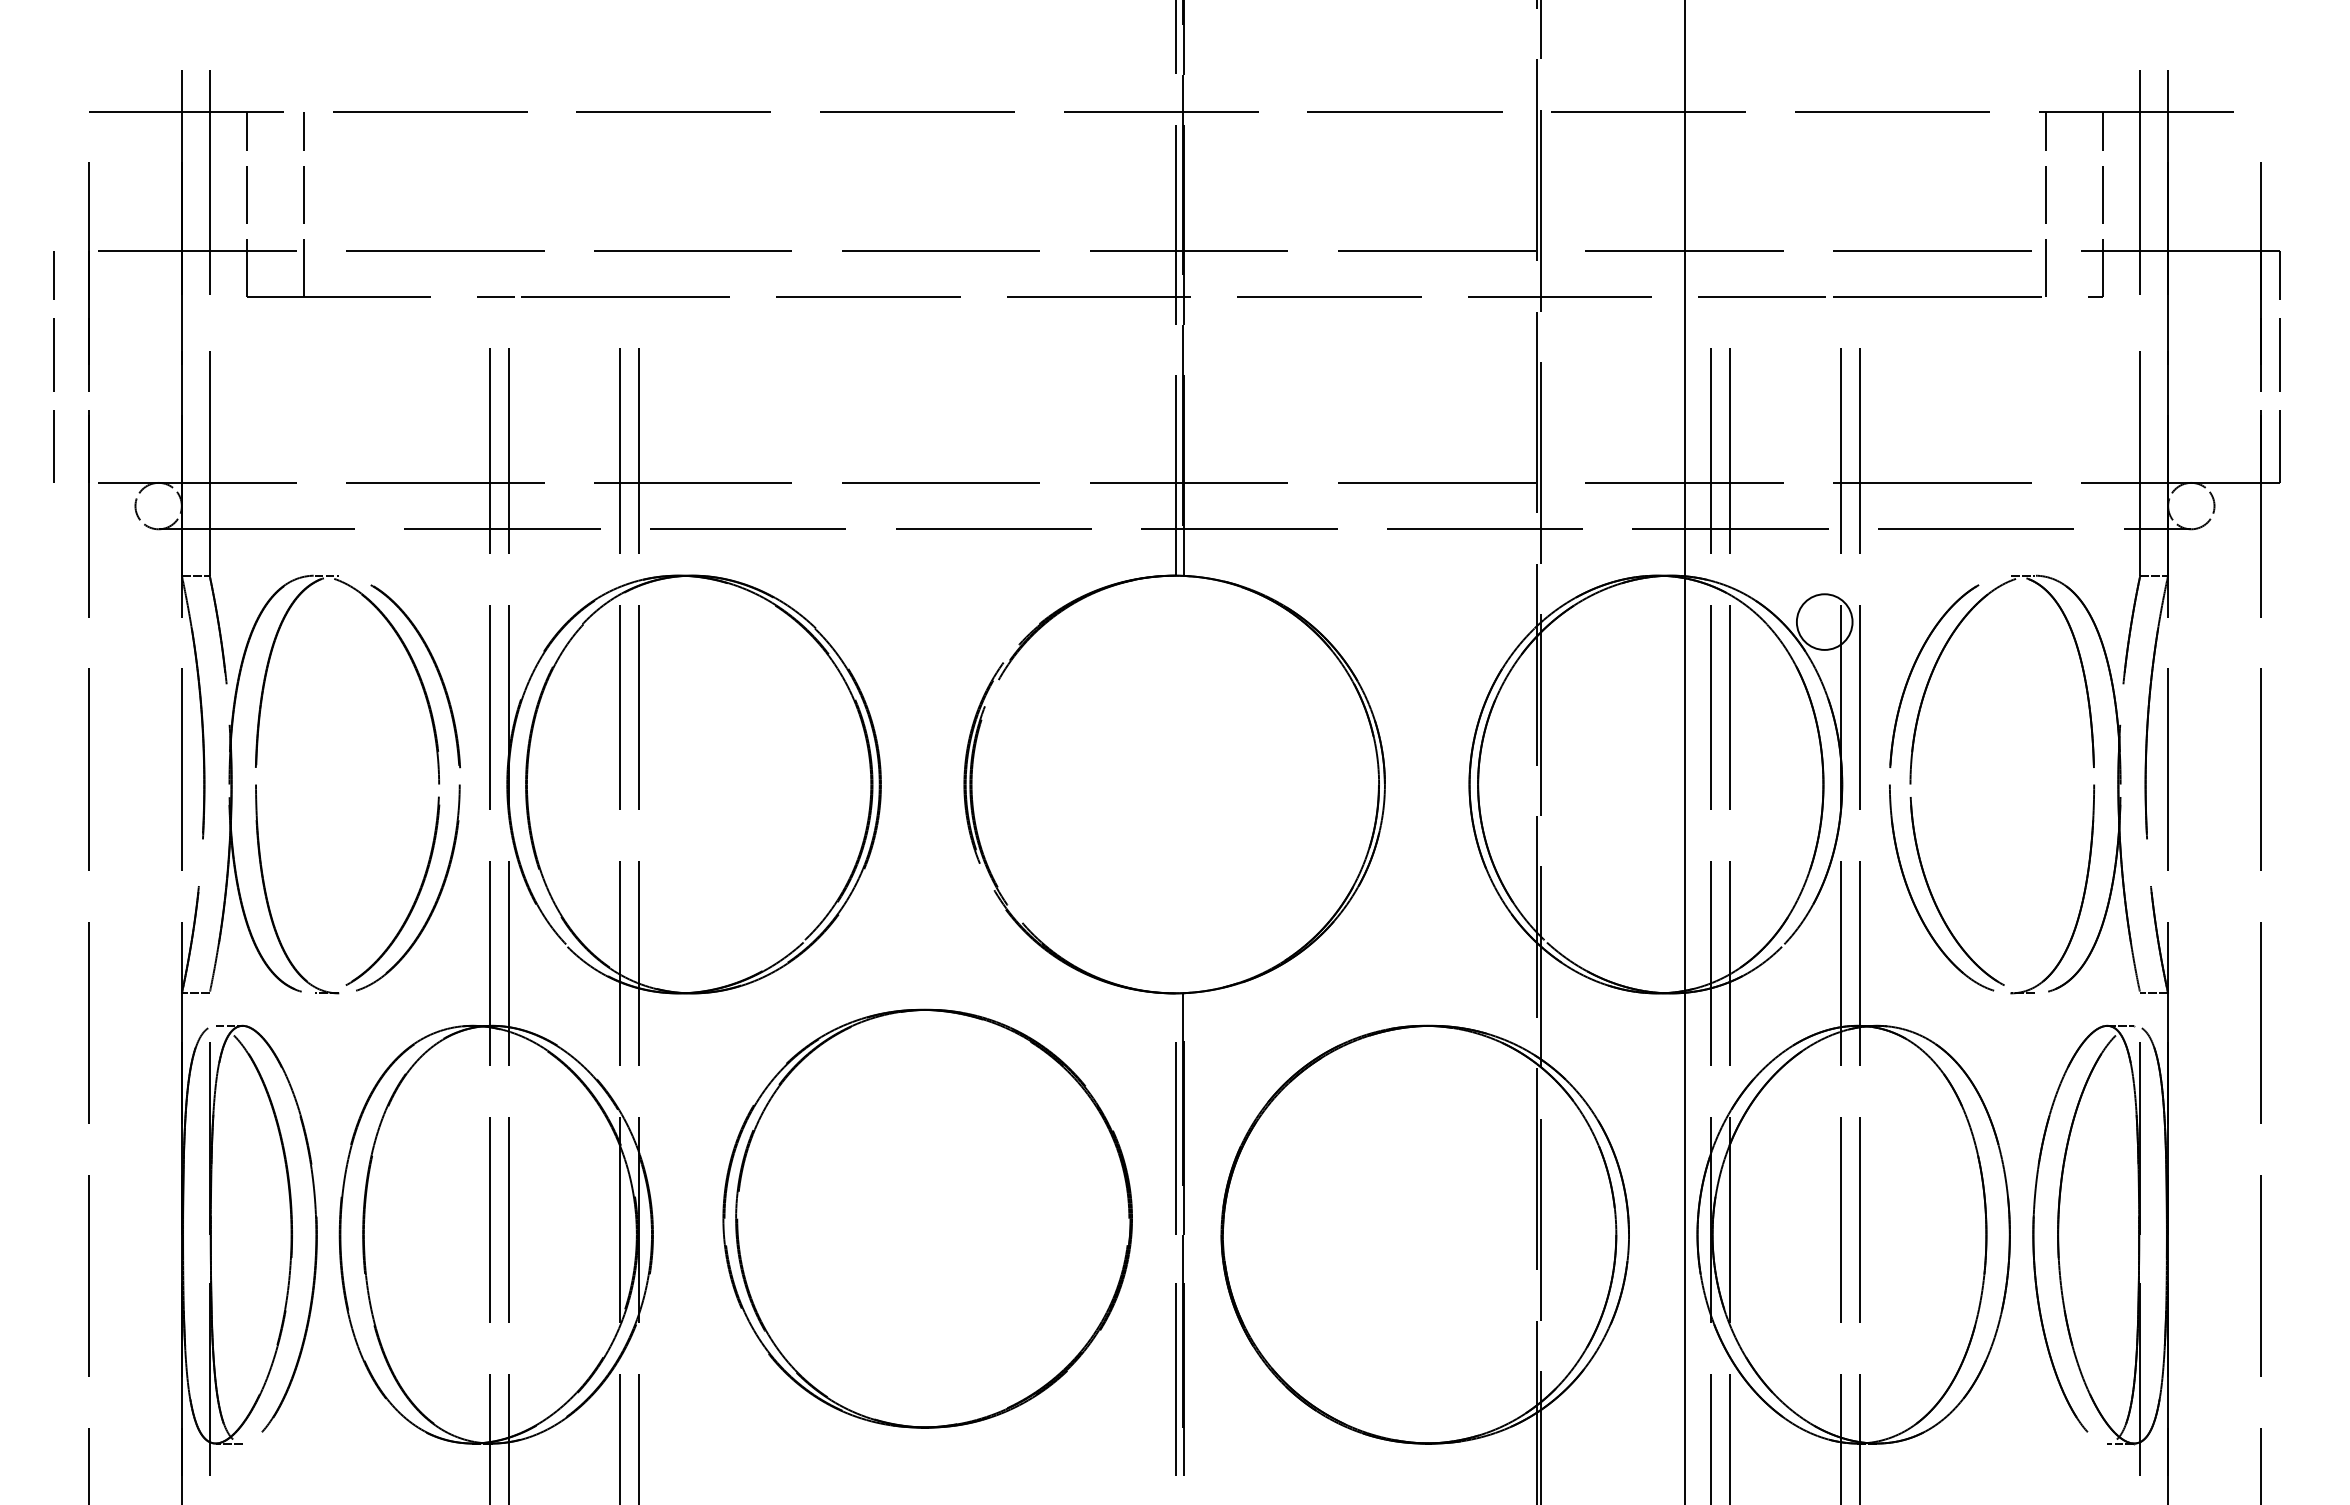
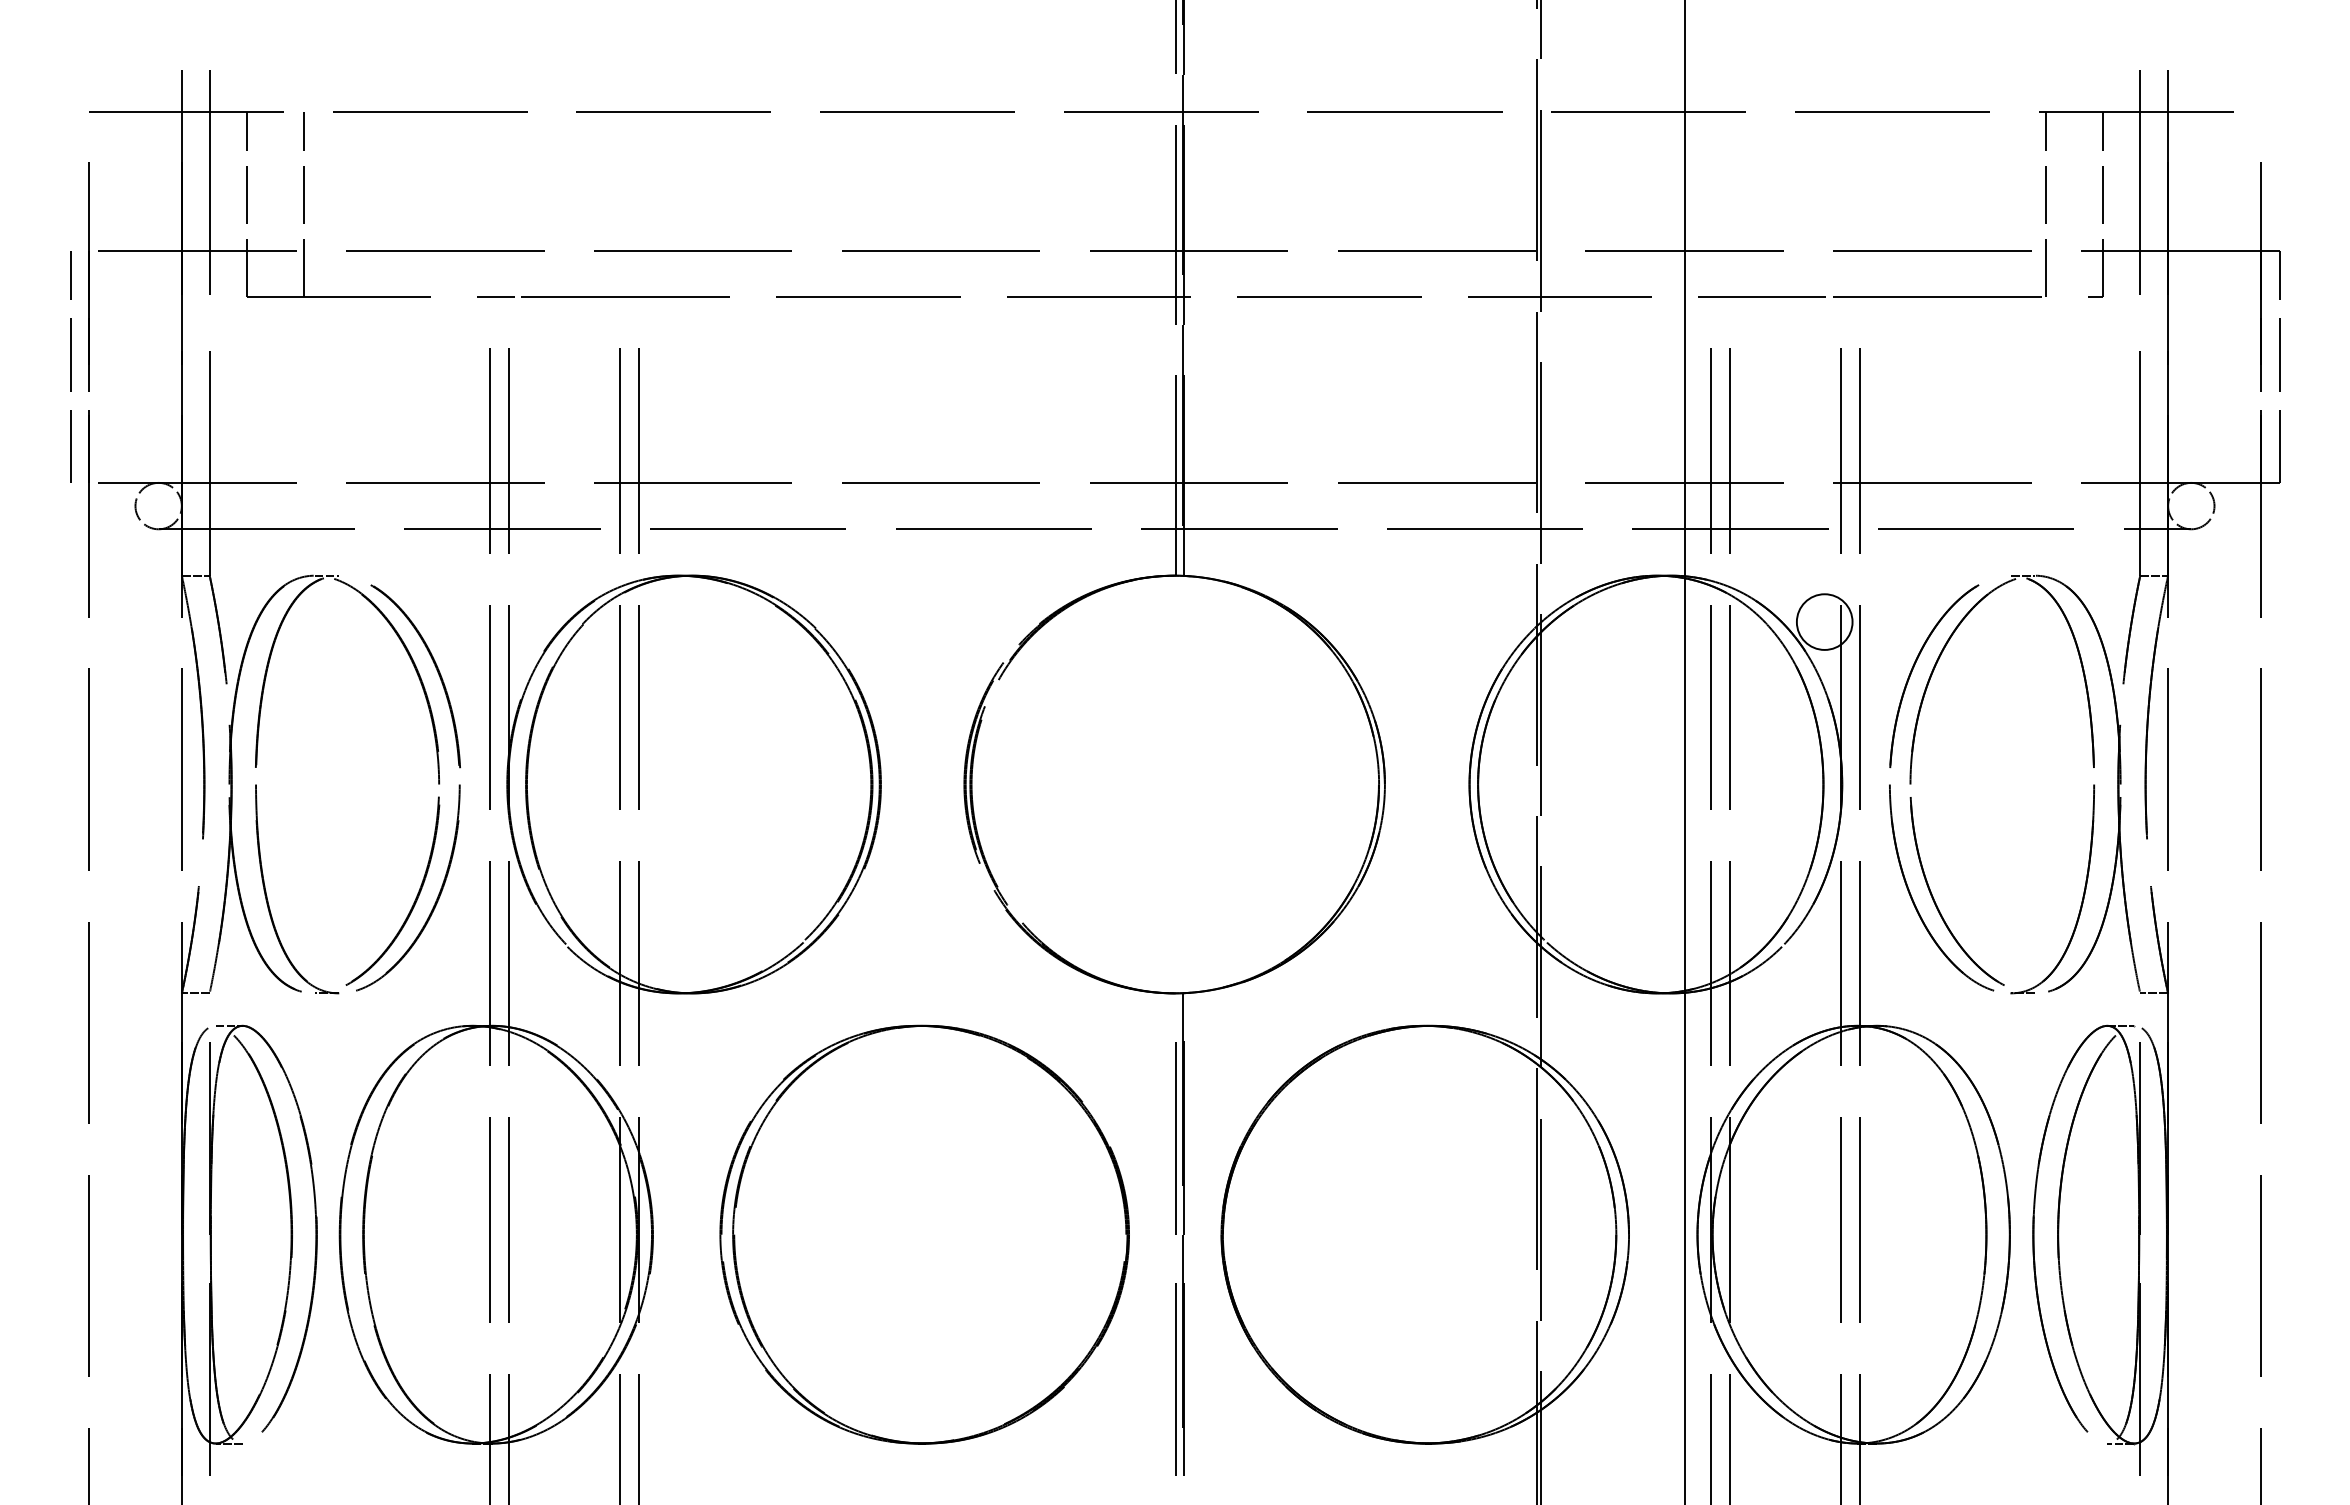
line at (53, 366) position: (53, 366) -> (70, 366)
part at (927, 1218) position: (927, 1218) -> (924, 1234)
